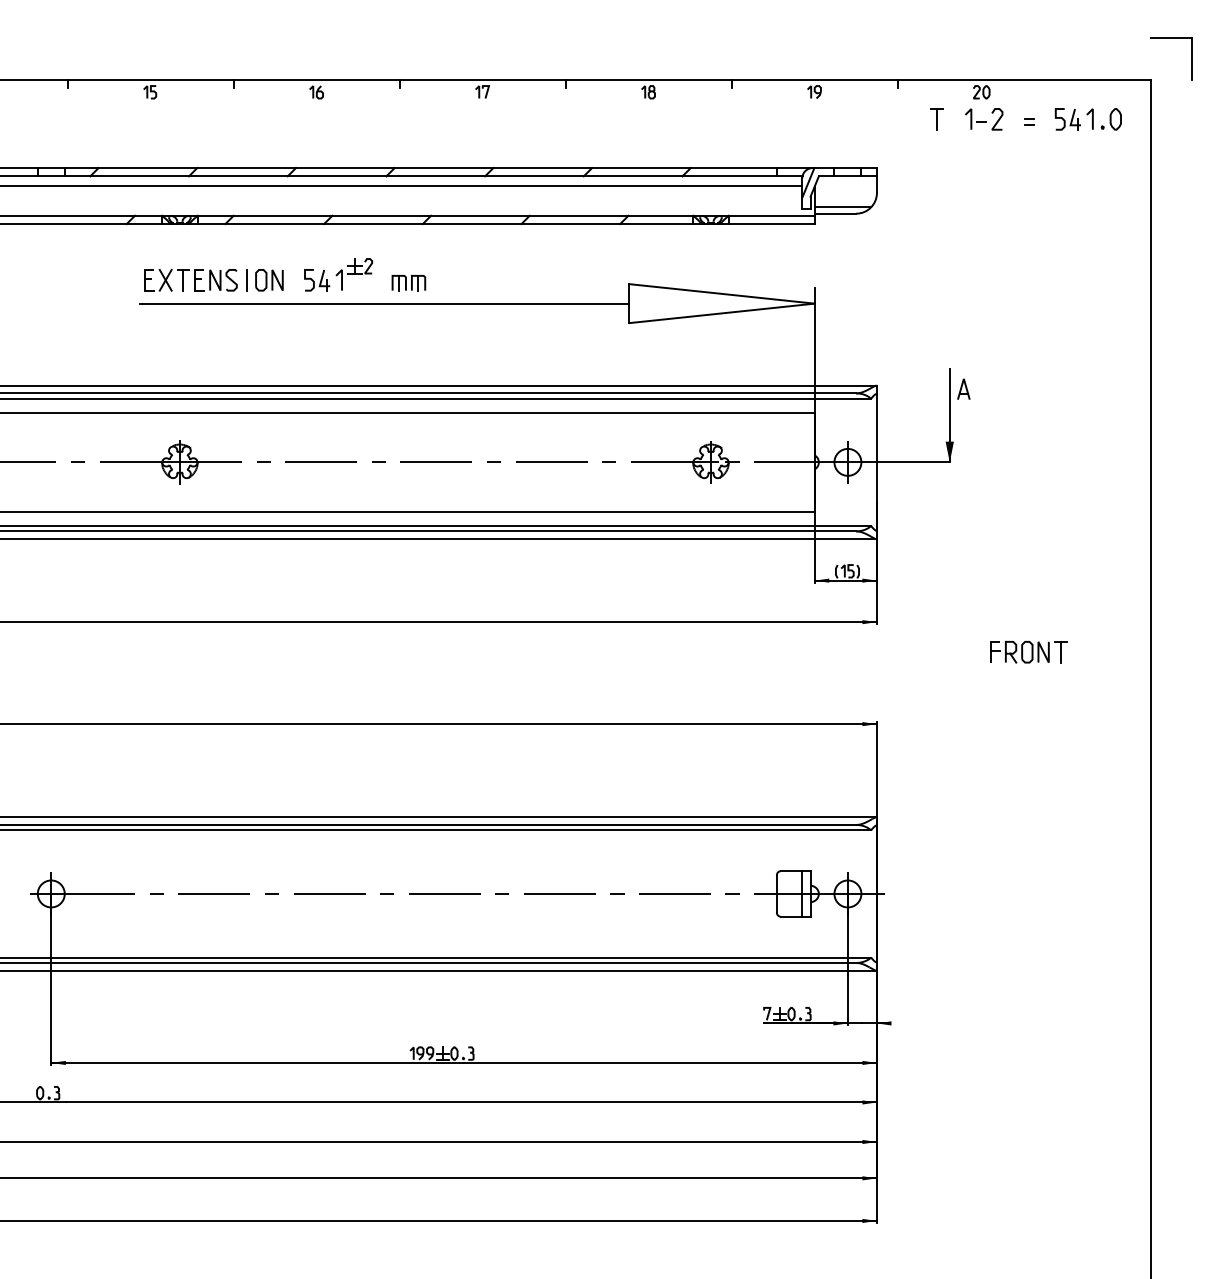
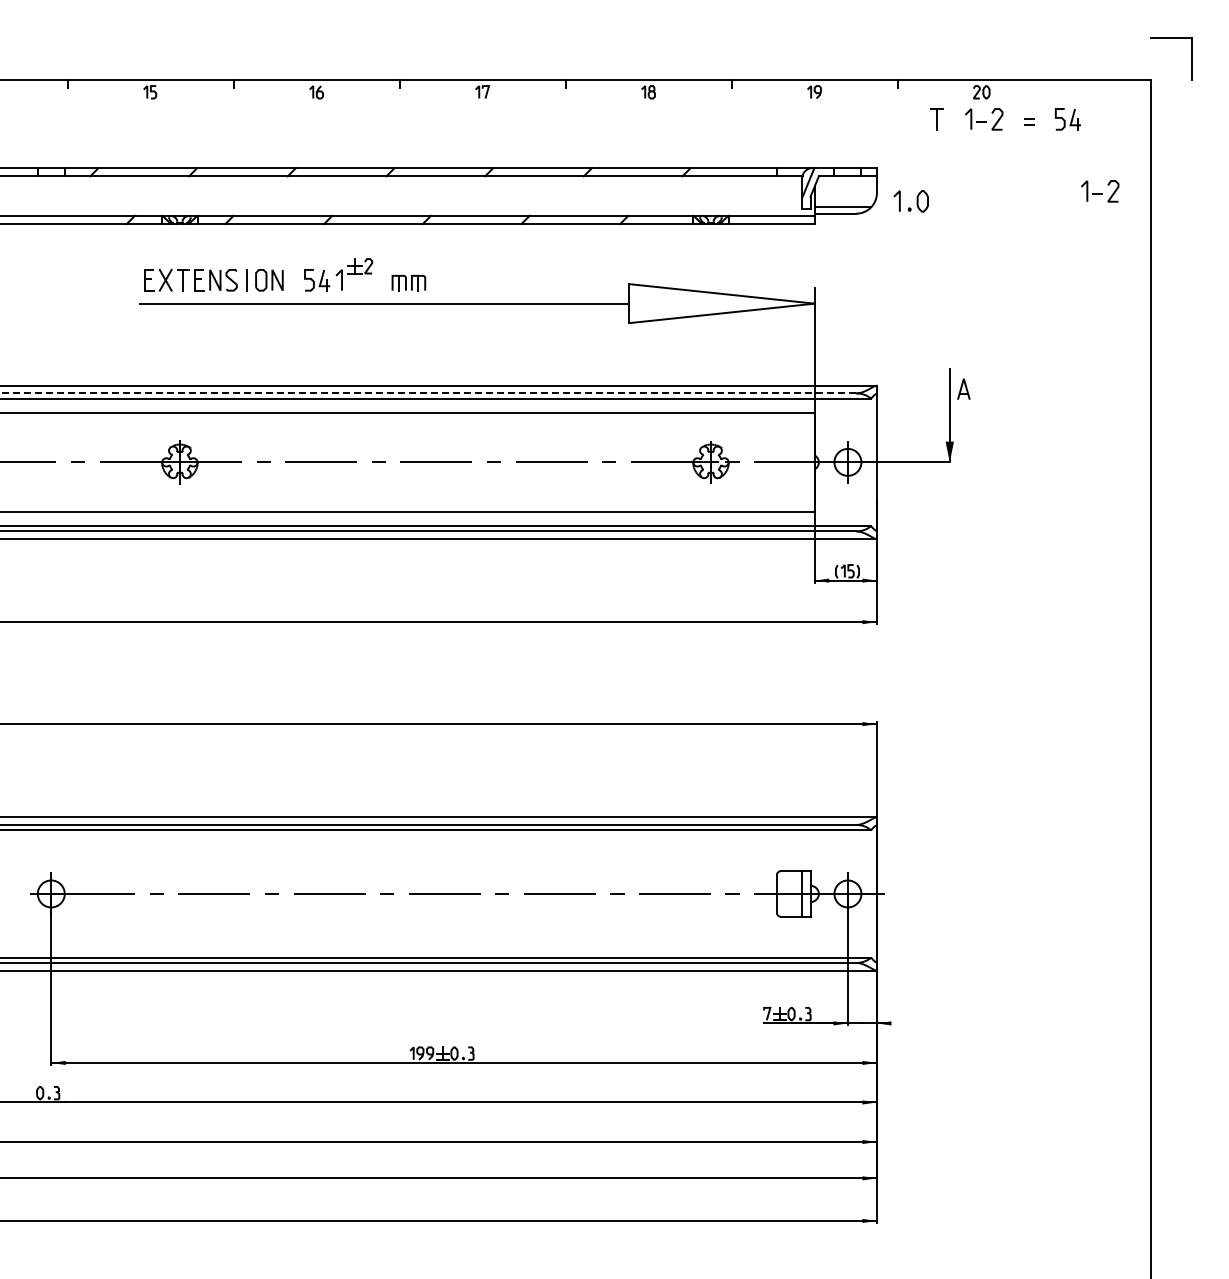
part at (1103, 119) position: (1103, 119) -> (910, 201)
line at (402, 186): present -> none
part at (1100, 191): none -> present
line at (428, 393): solid -> dashed
part at (1028, 652): present -> none
